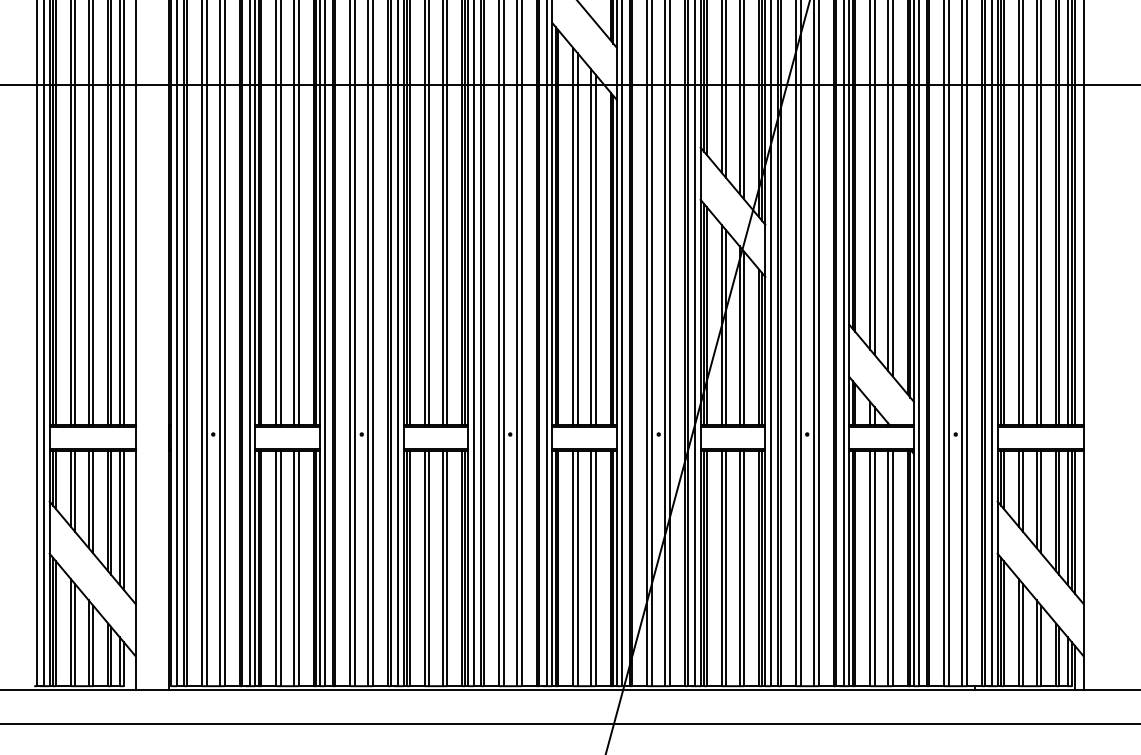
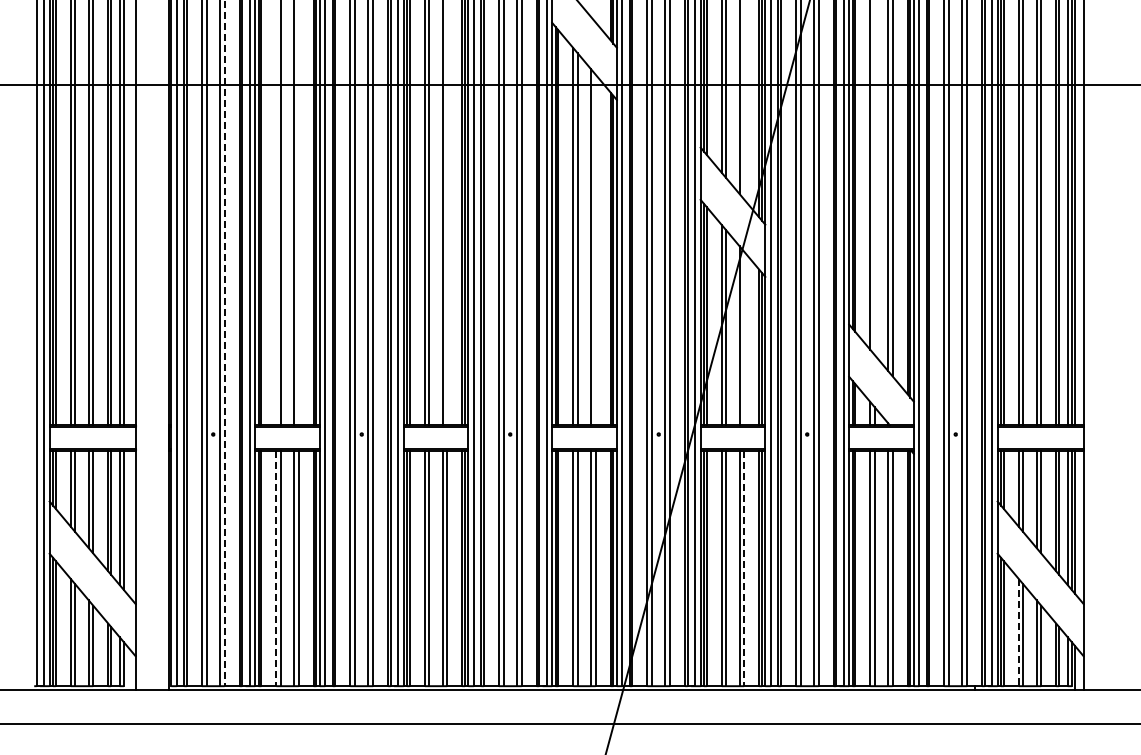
line at (744, 100): present -> none
line at (874, 178): present -> none
line at (276, 213): present -> none
line at (298, 213): present -> none
line at (447, 213): present -> none
line at (595, 249): present -> none
line at (744, 338): present -> none
line at (224, 343): solid -> dashed
line at (276, 568): solid -> dashed
line at (744, 568): solid -> dashed
line at (1018, 632): solid -> dashed
